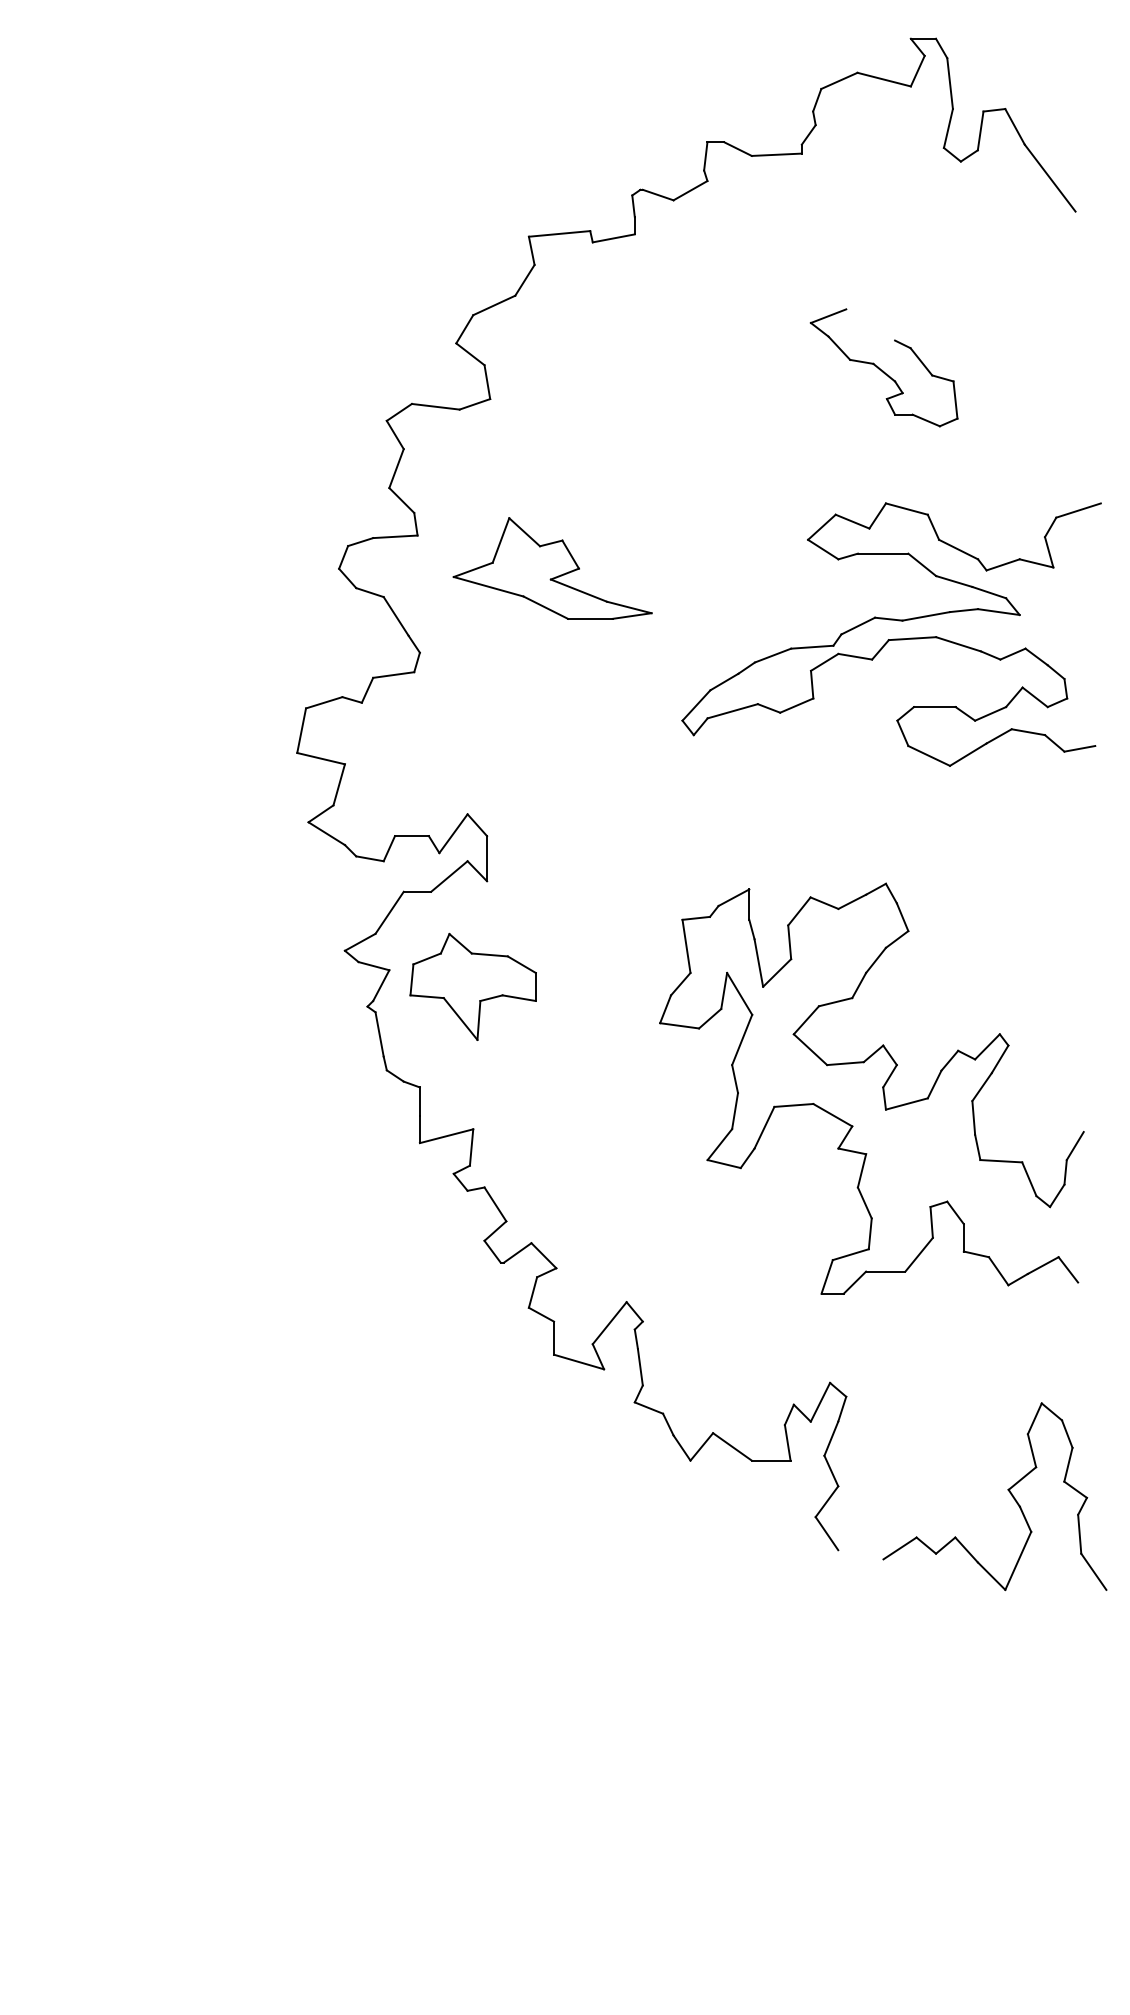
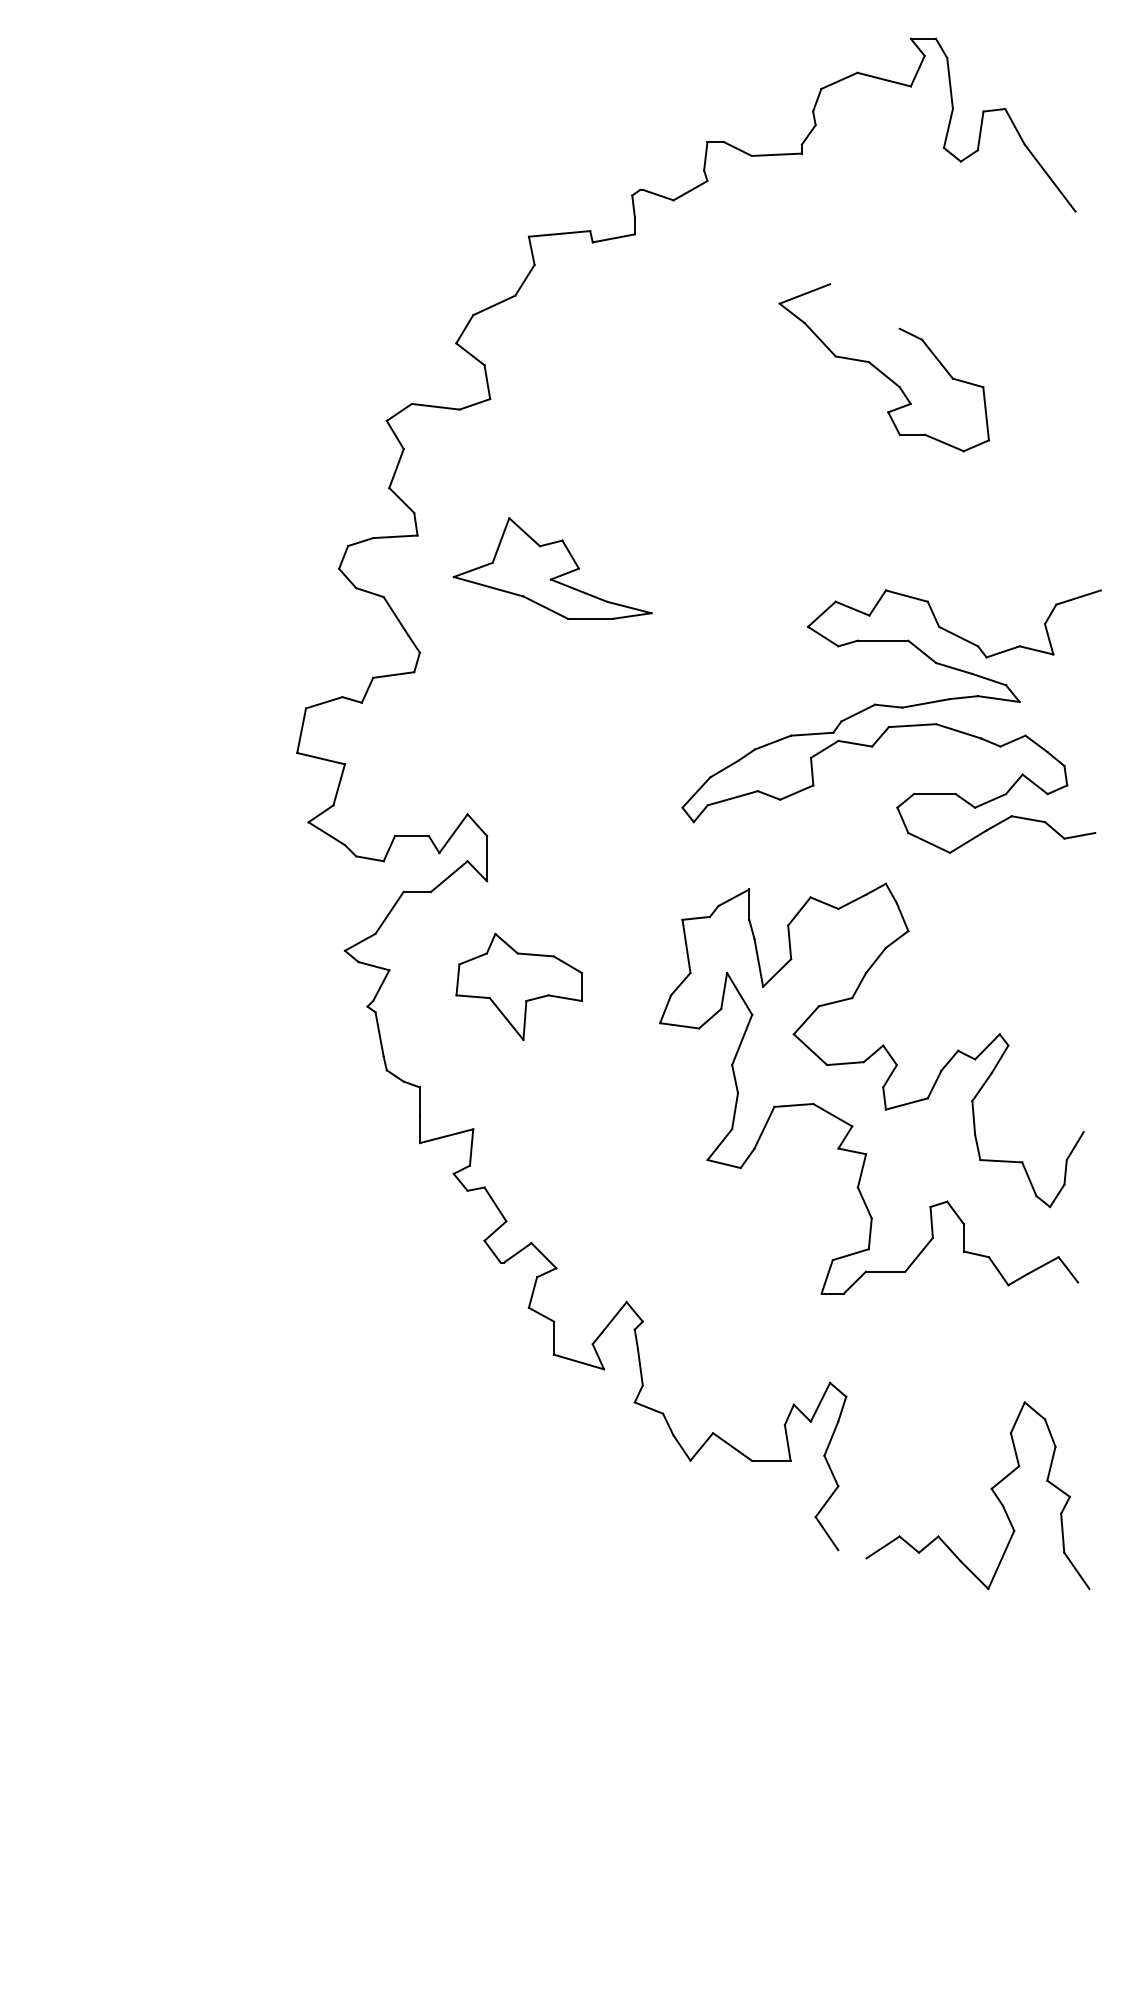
part at (883, 367) size: 150x120 px -> 212x170 px
part at (891, 634) position: (891, 634) -> (891, 721)
part at (472, 986) position: (472, 986) -> (518, 986)
part at (1007, 1490) position: (1007, 1490) -> (990, 1489)
